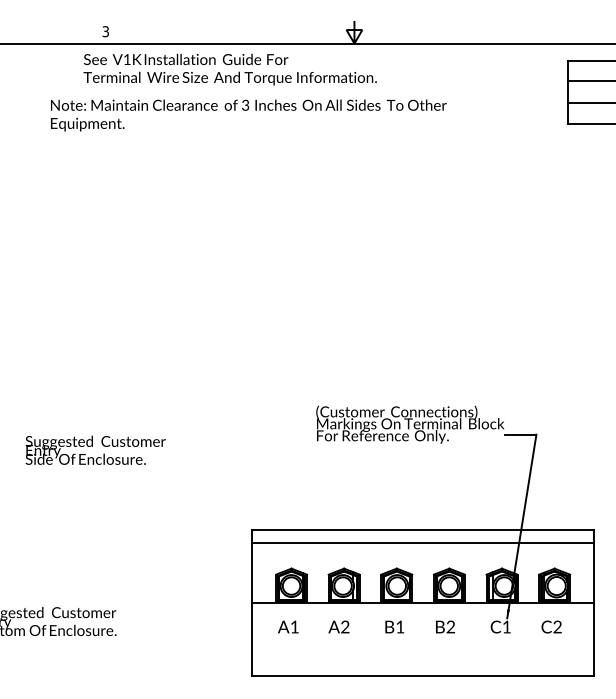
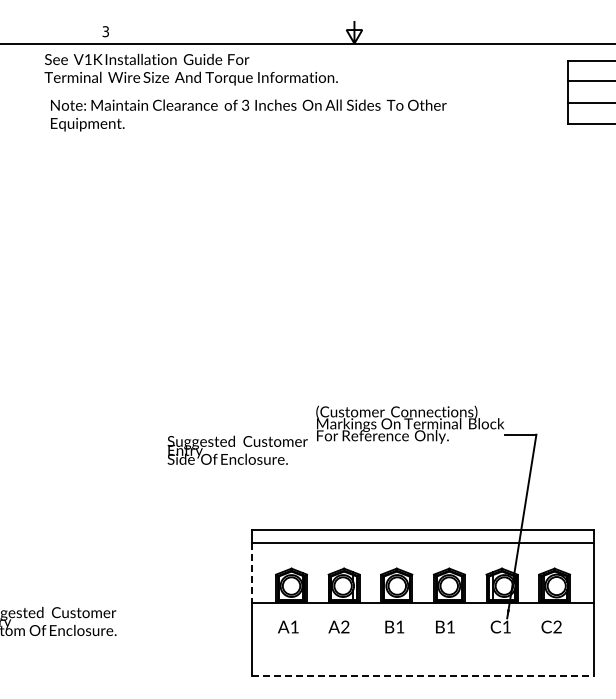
text at (229, 69) position: (229, 69) -> (190, 69)
text at (95, 449) position: (95, 449) -> (237, 449)
line at (252, 573): solid -> dashed
text at (450, 626): B2 -> B1
line at (423, 676): solid -> dashed
